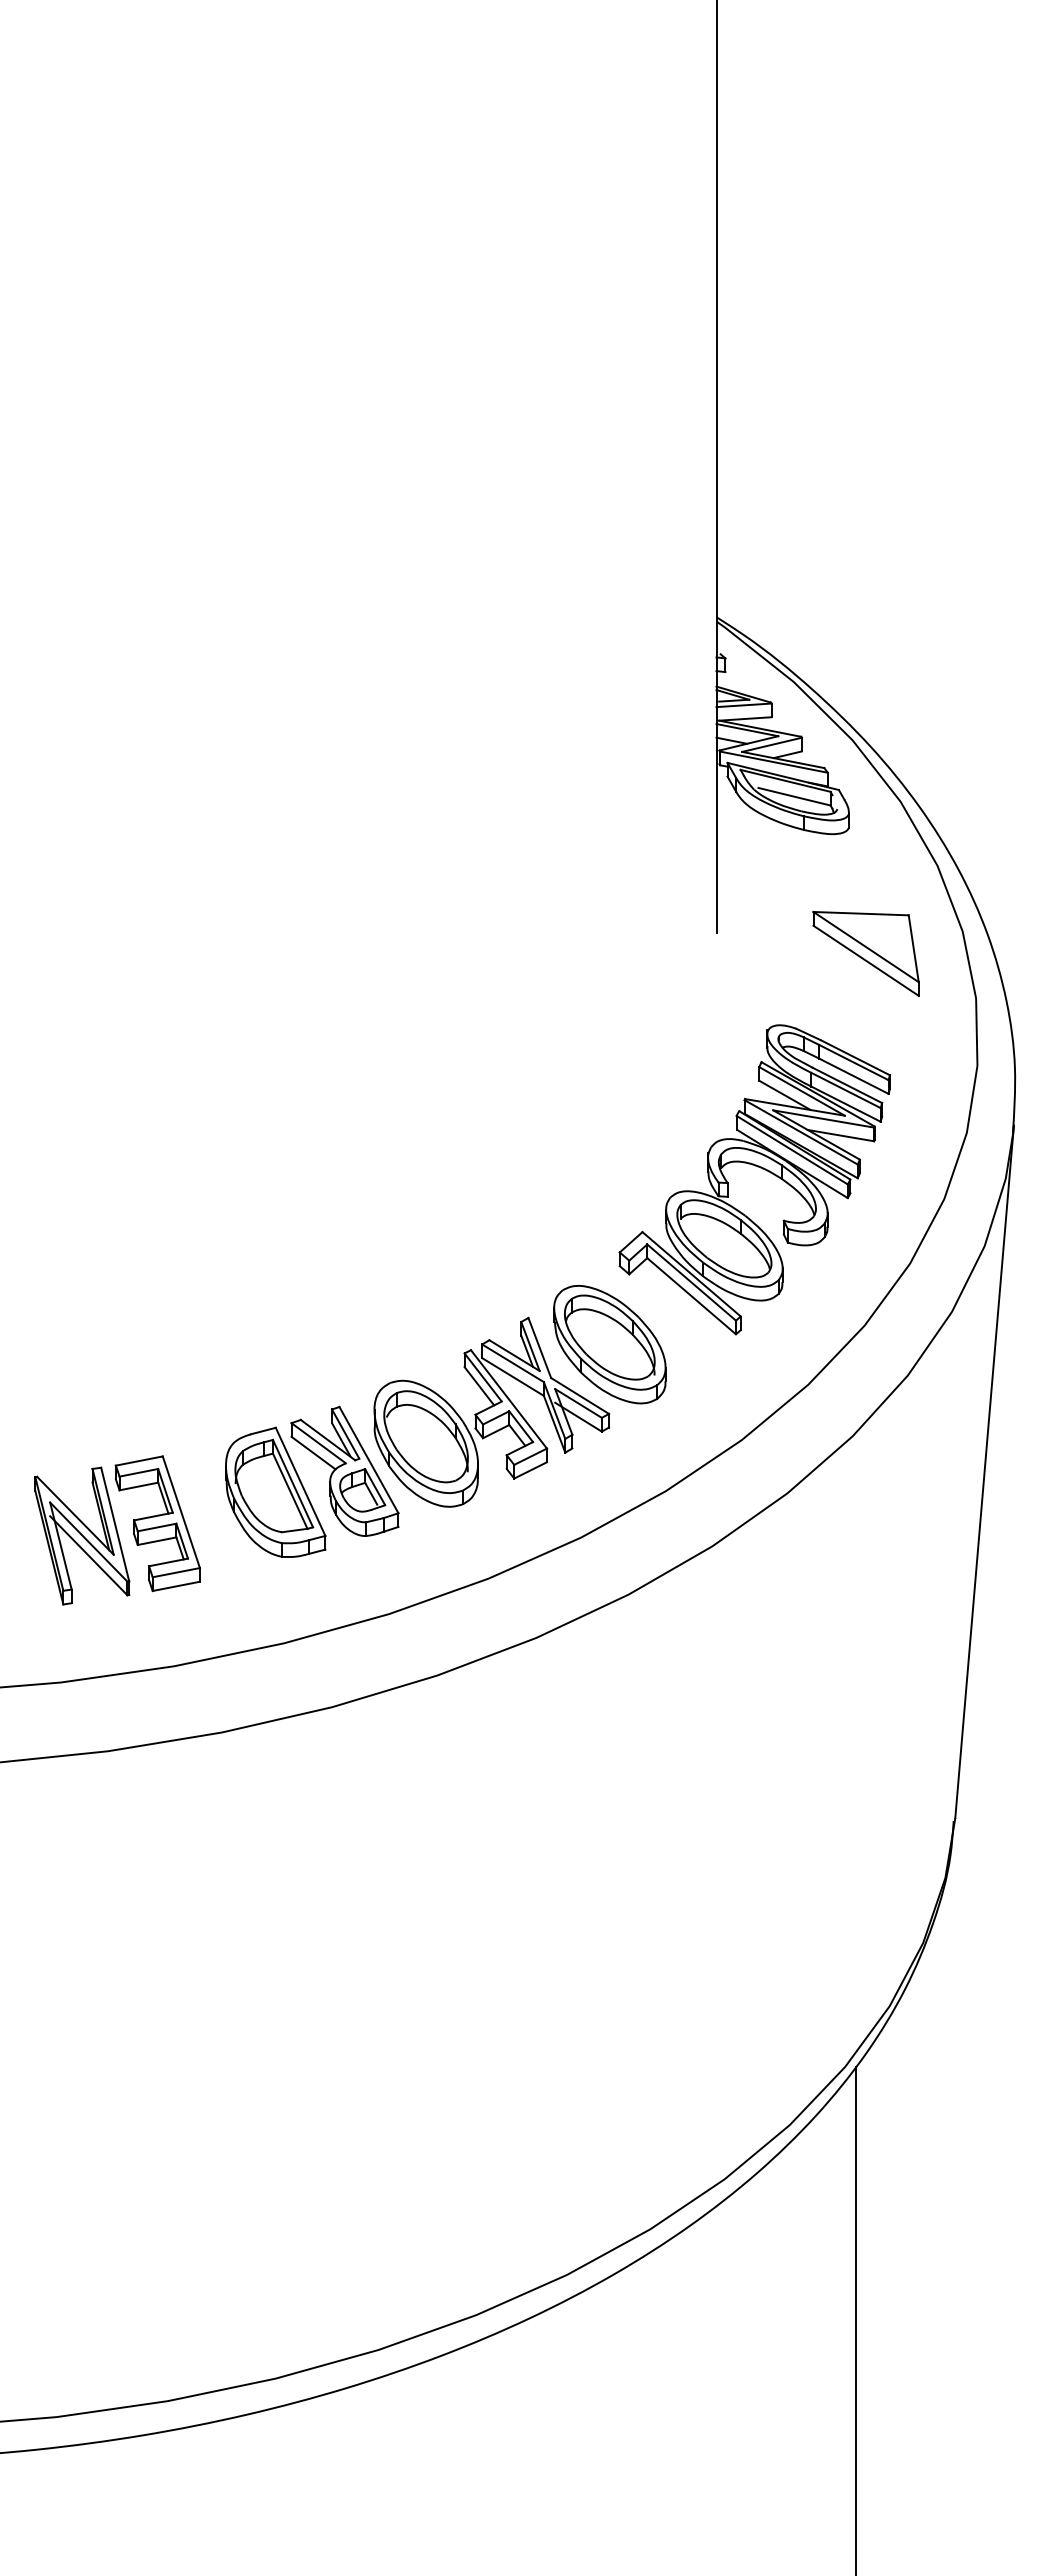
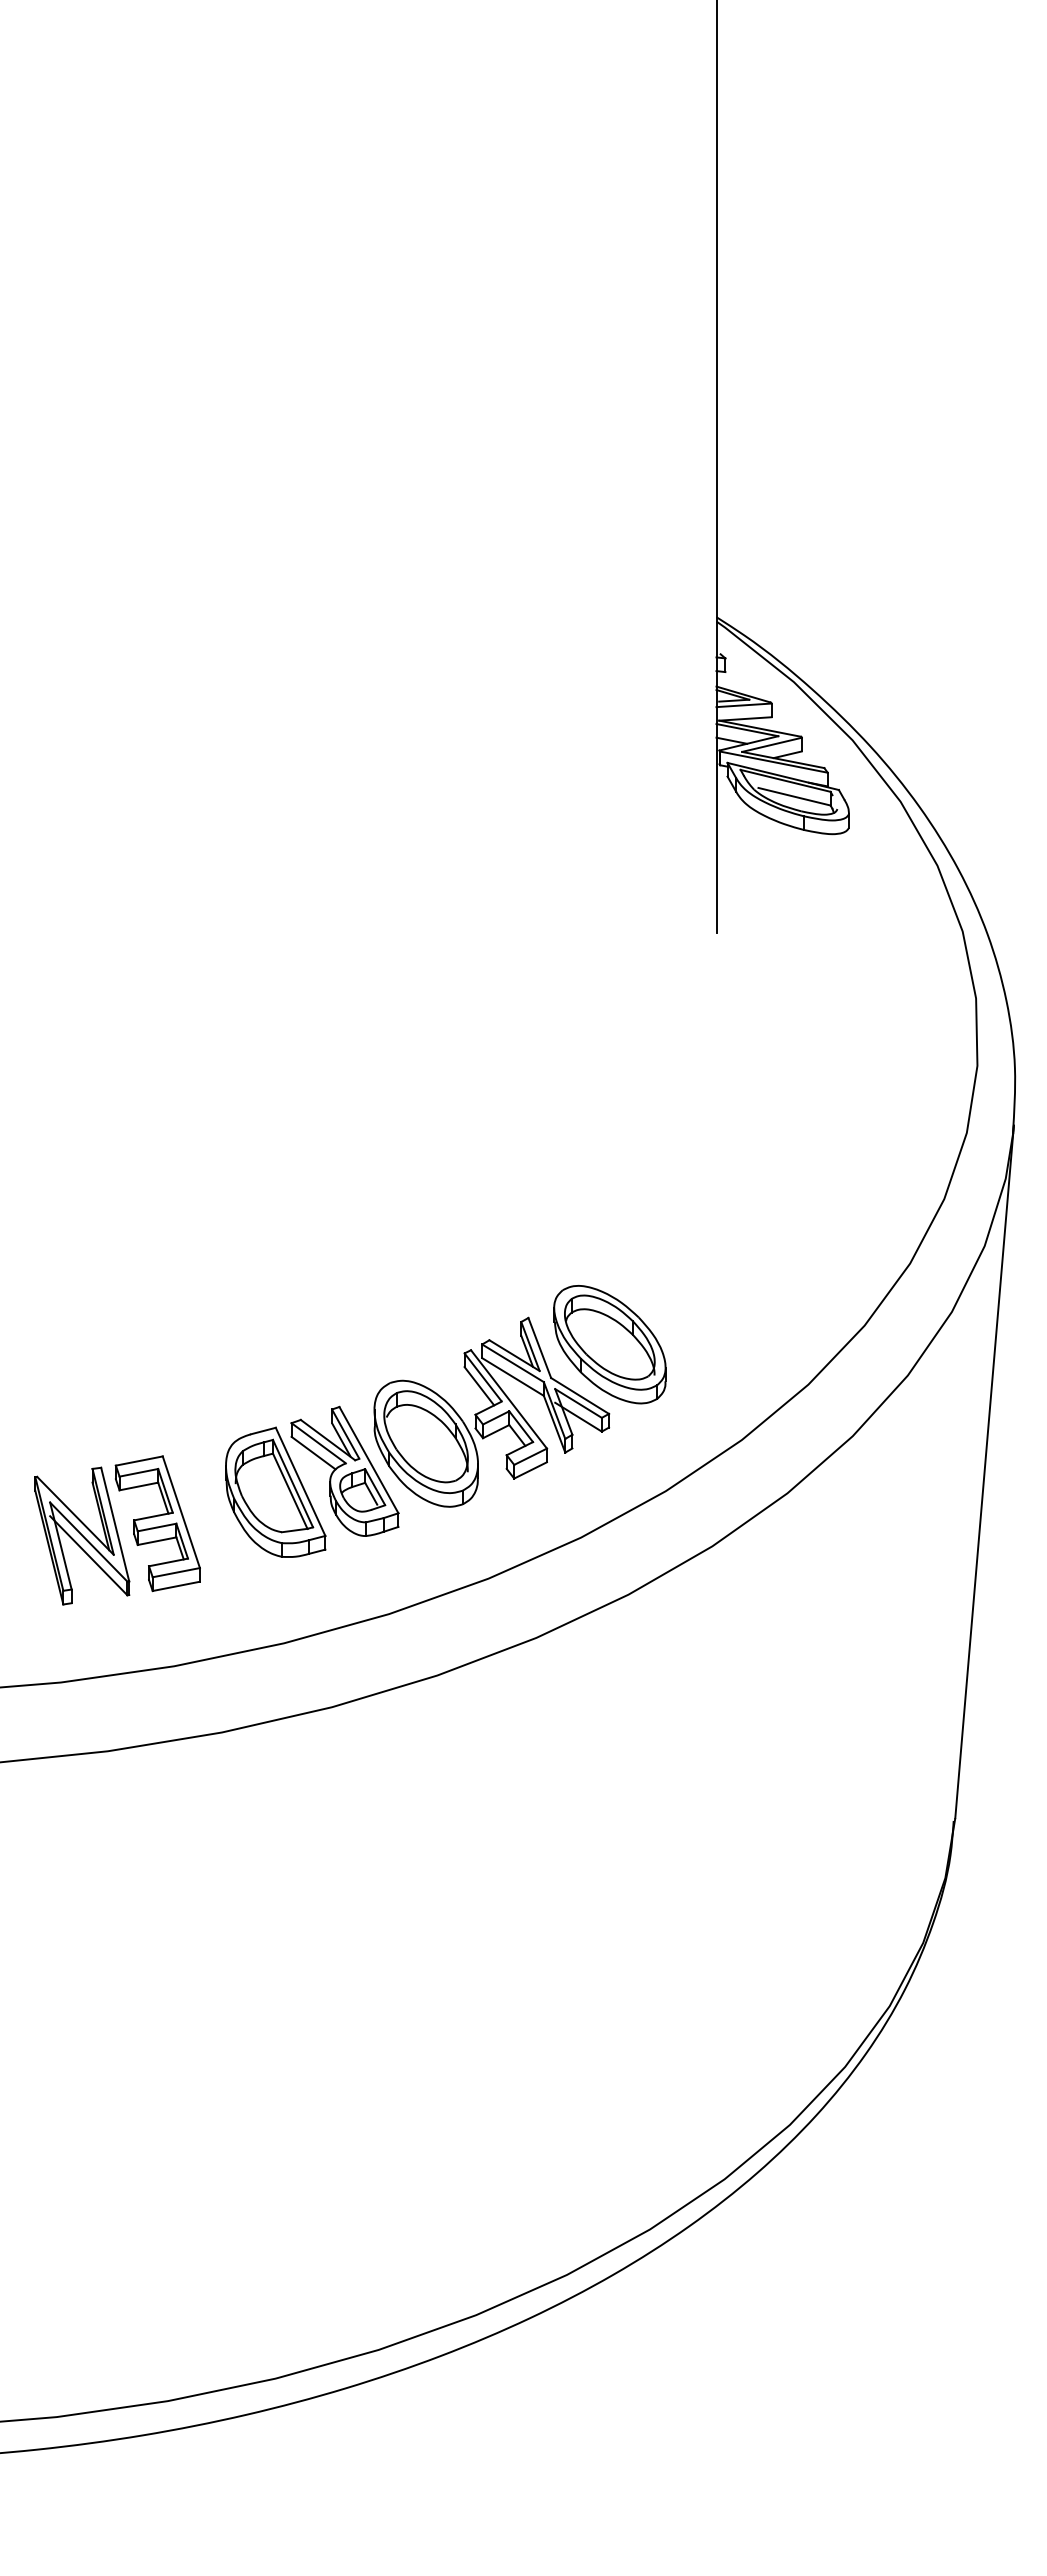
part at (865, 953): present -> none
part at (757, 1167): present -> none
line at (855, 2319): present -> none
